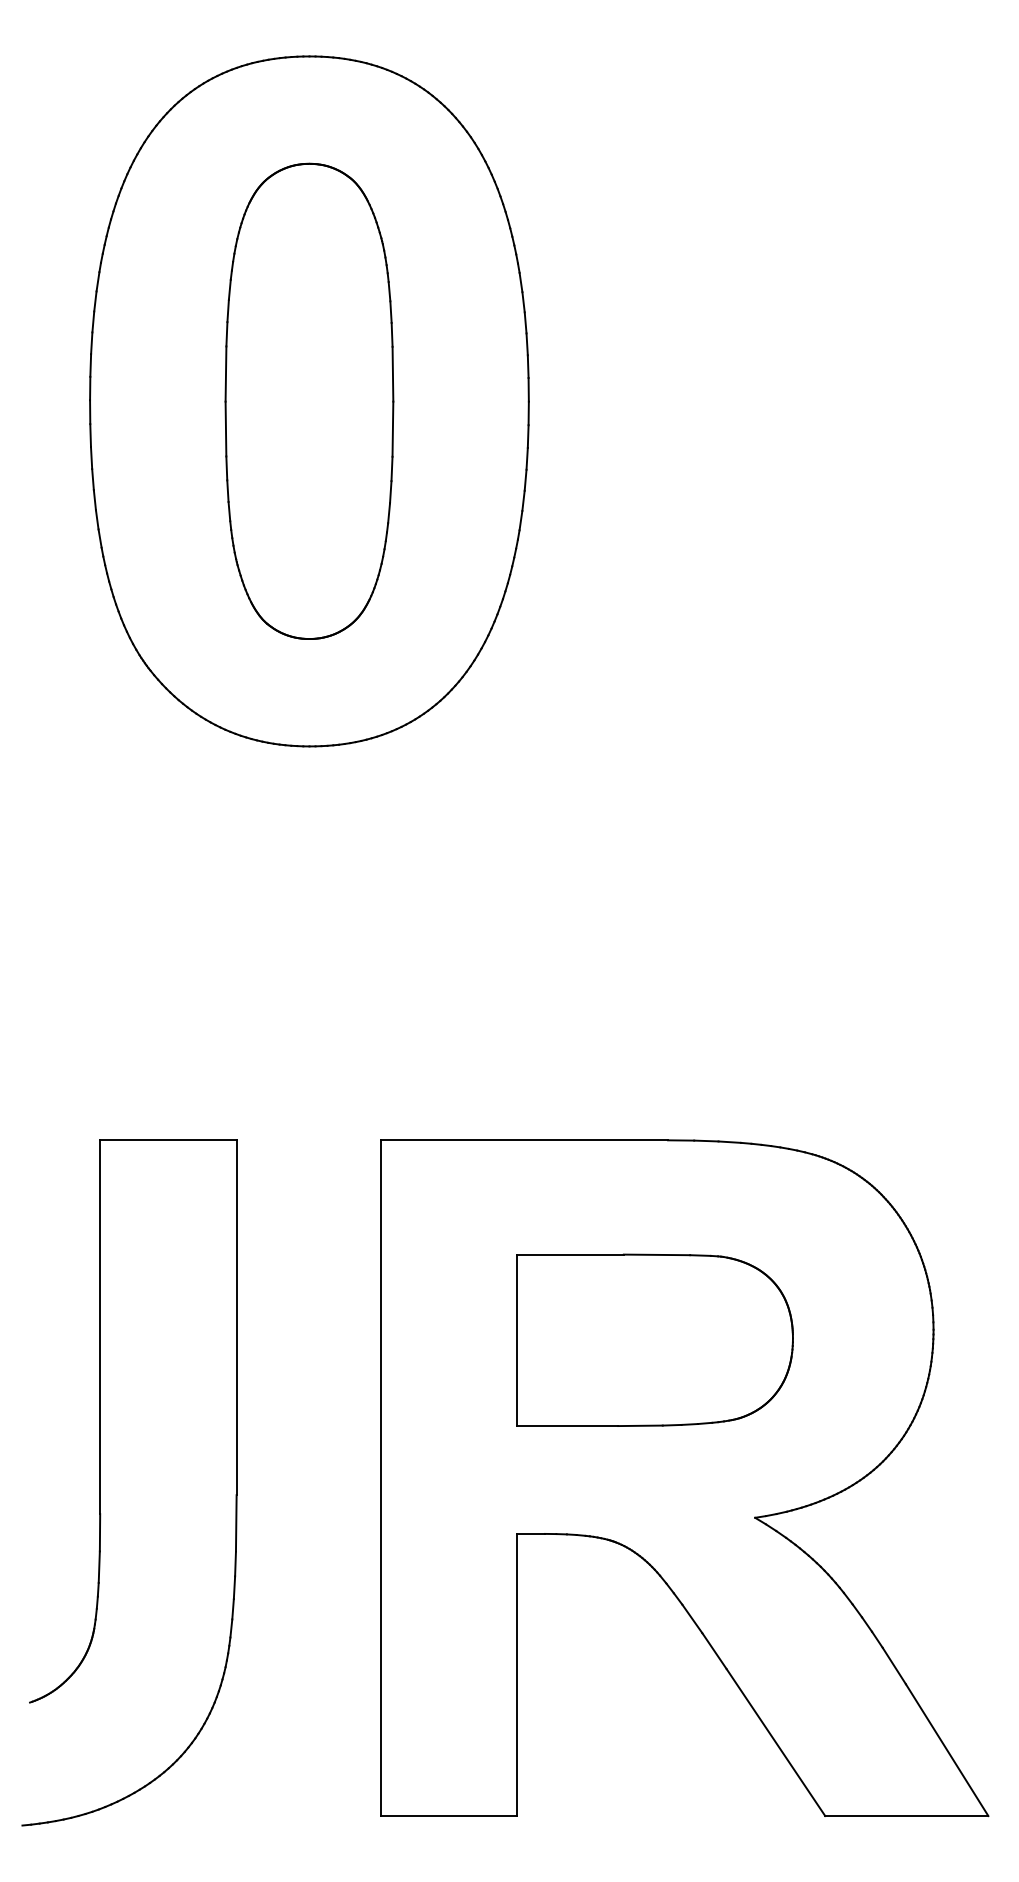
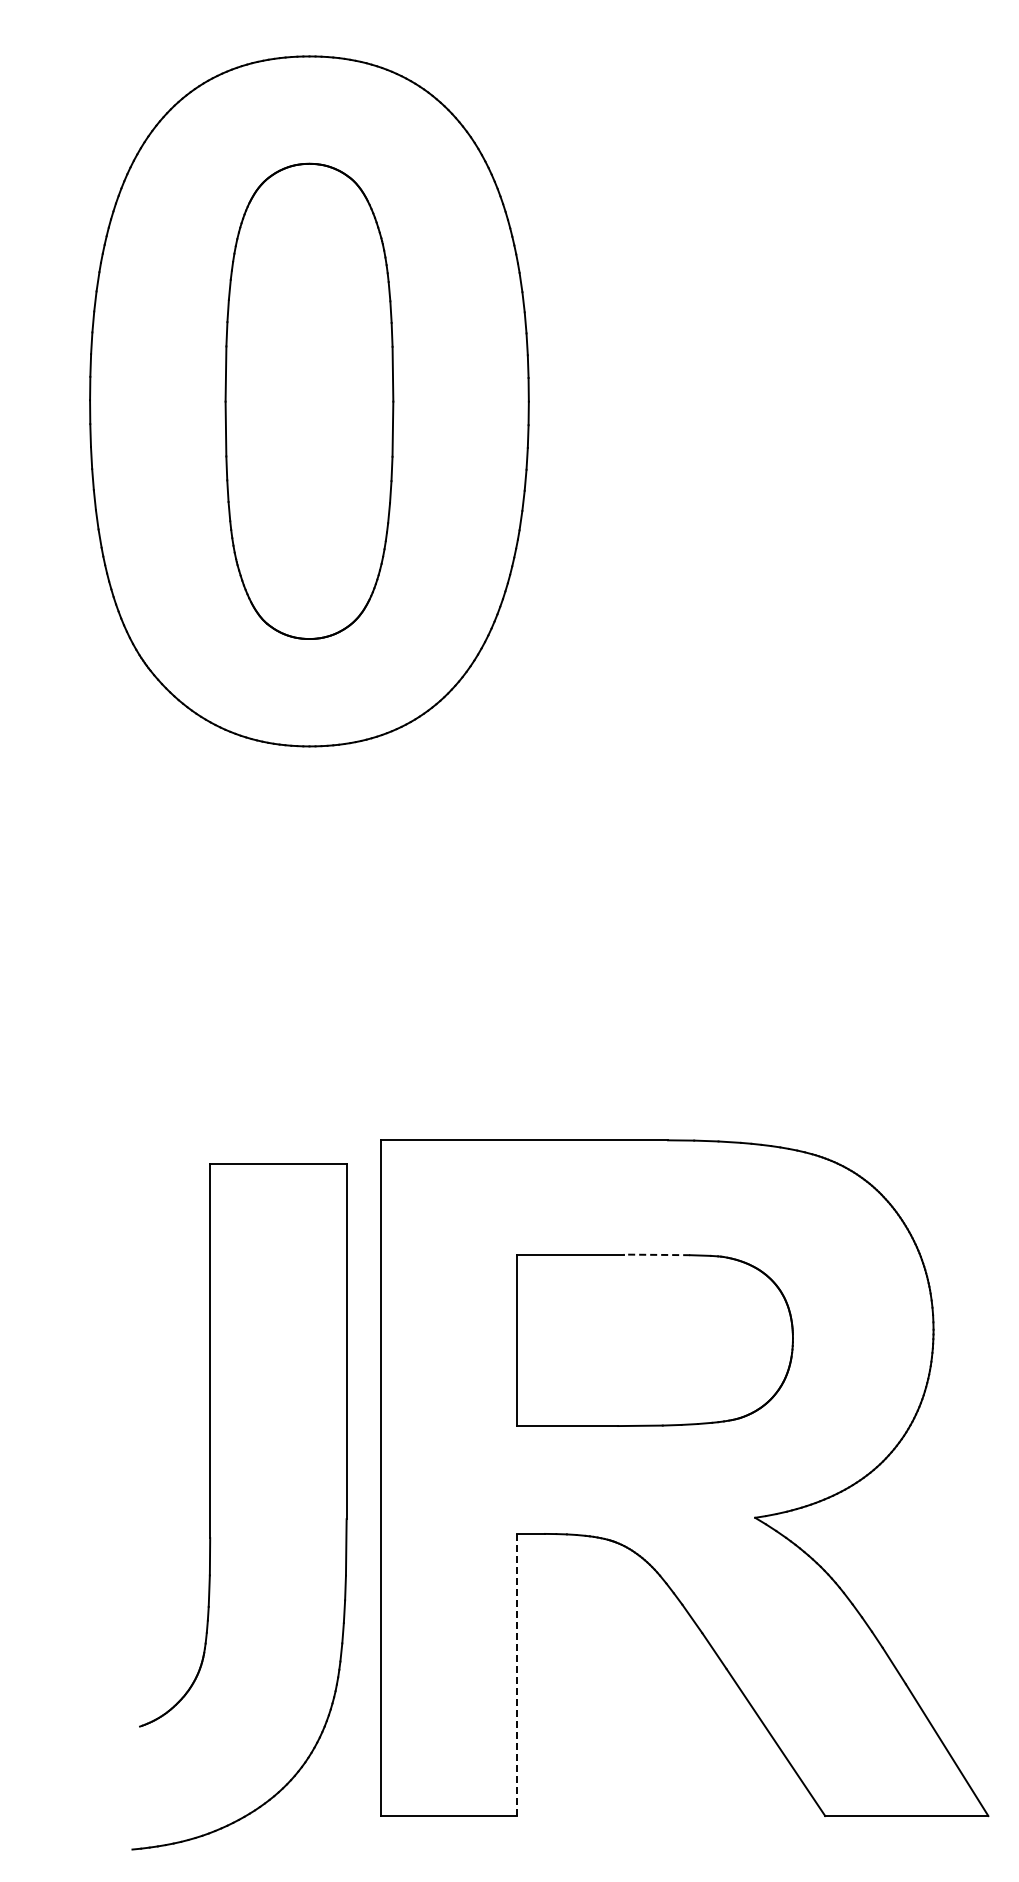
line at (656, 1254): solid -> dashed
part at (100, 1482) position: (100, 1482) -> (210, 1506)
line at (517, 1674): solid -> dashed
